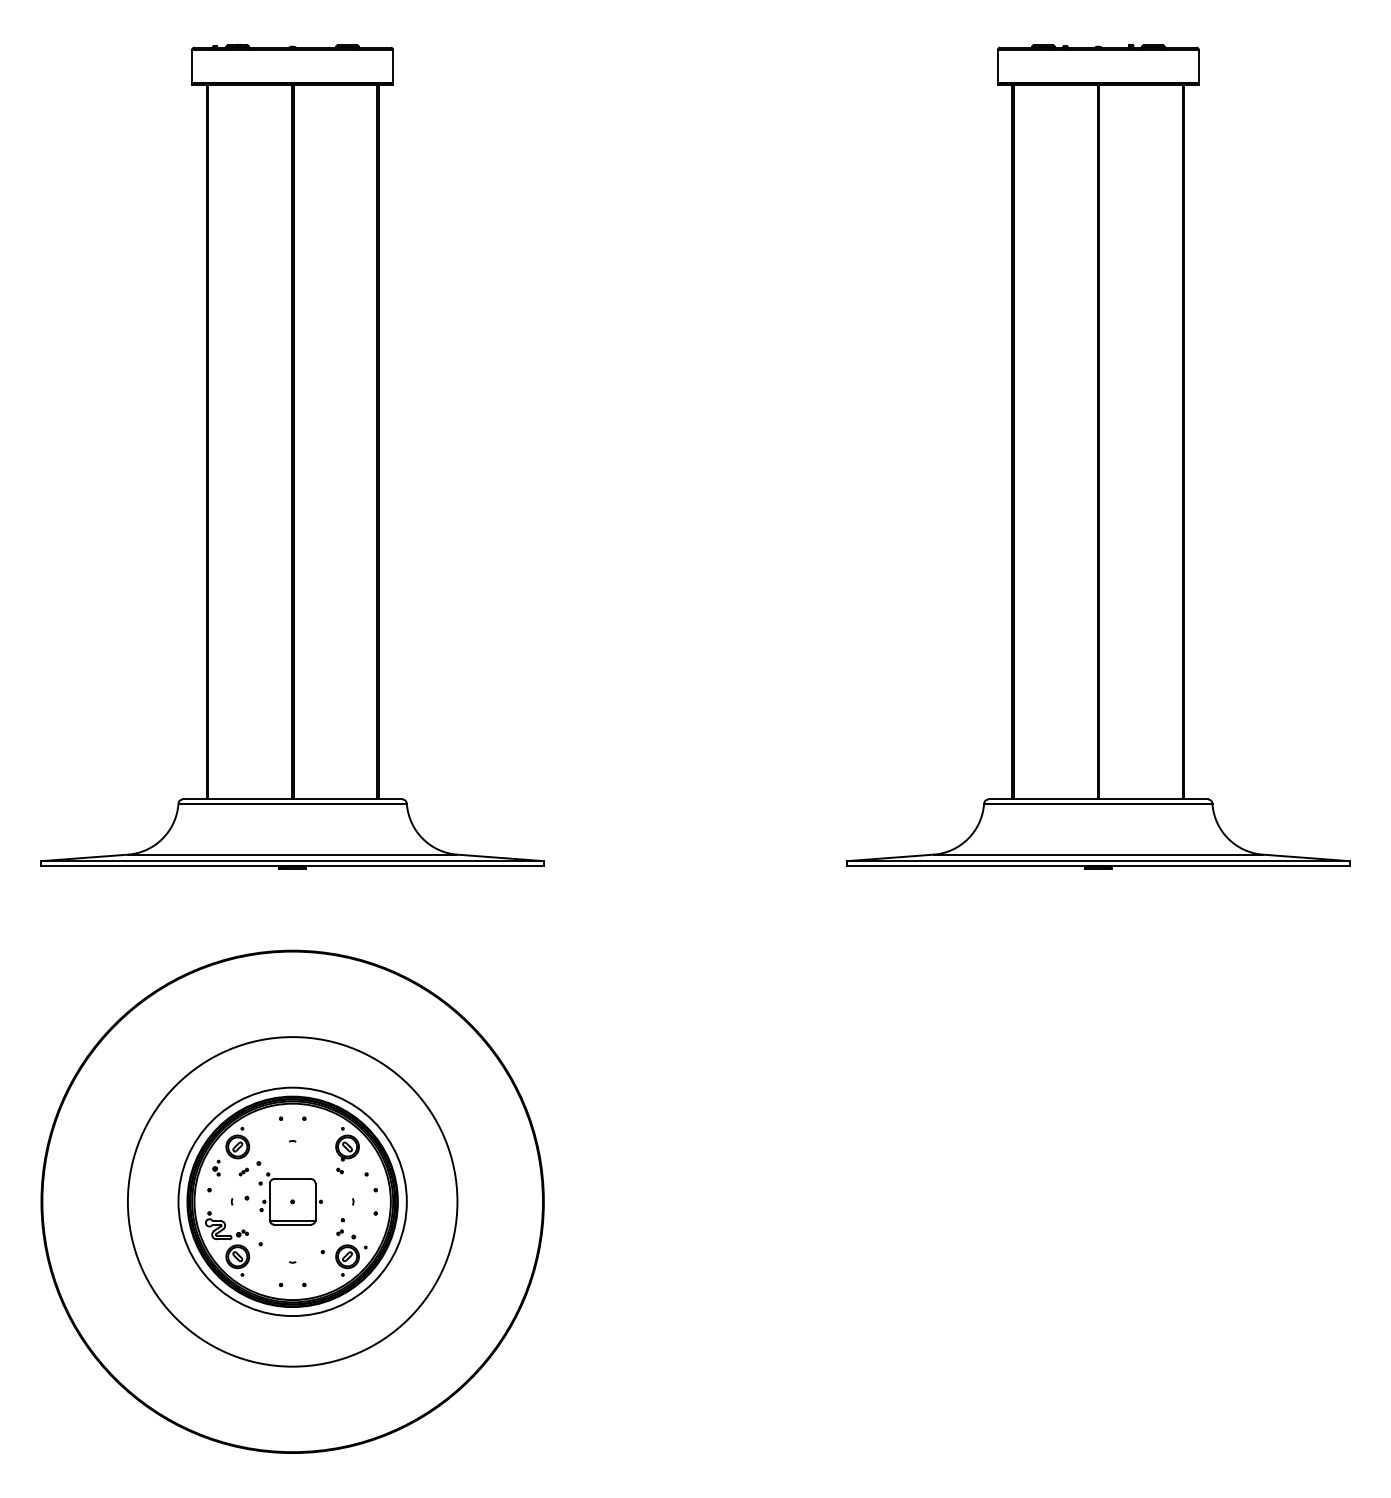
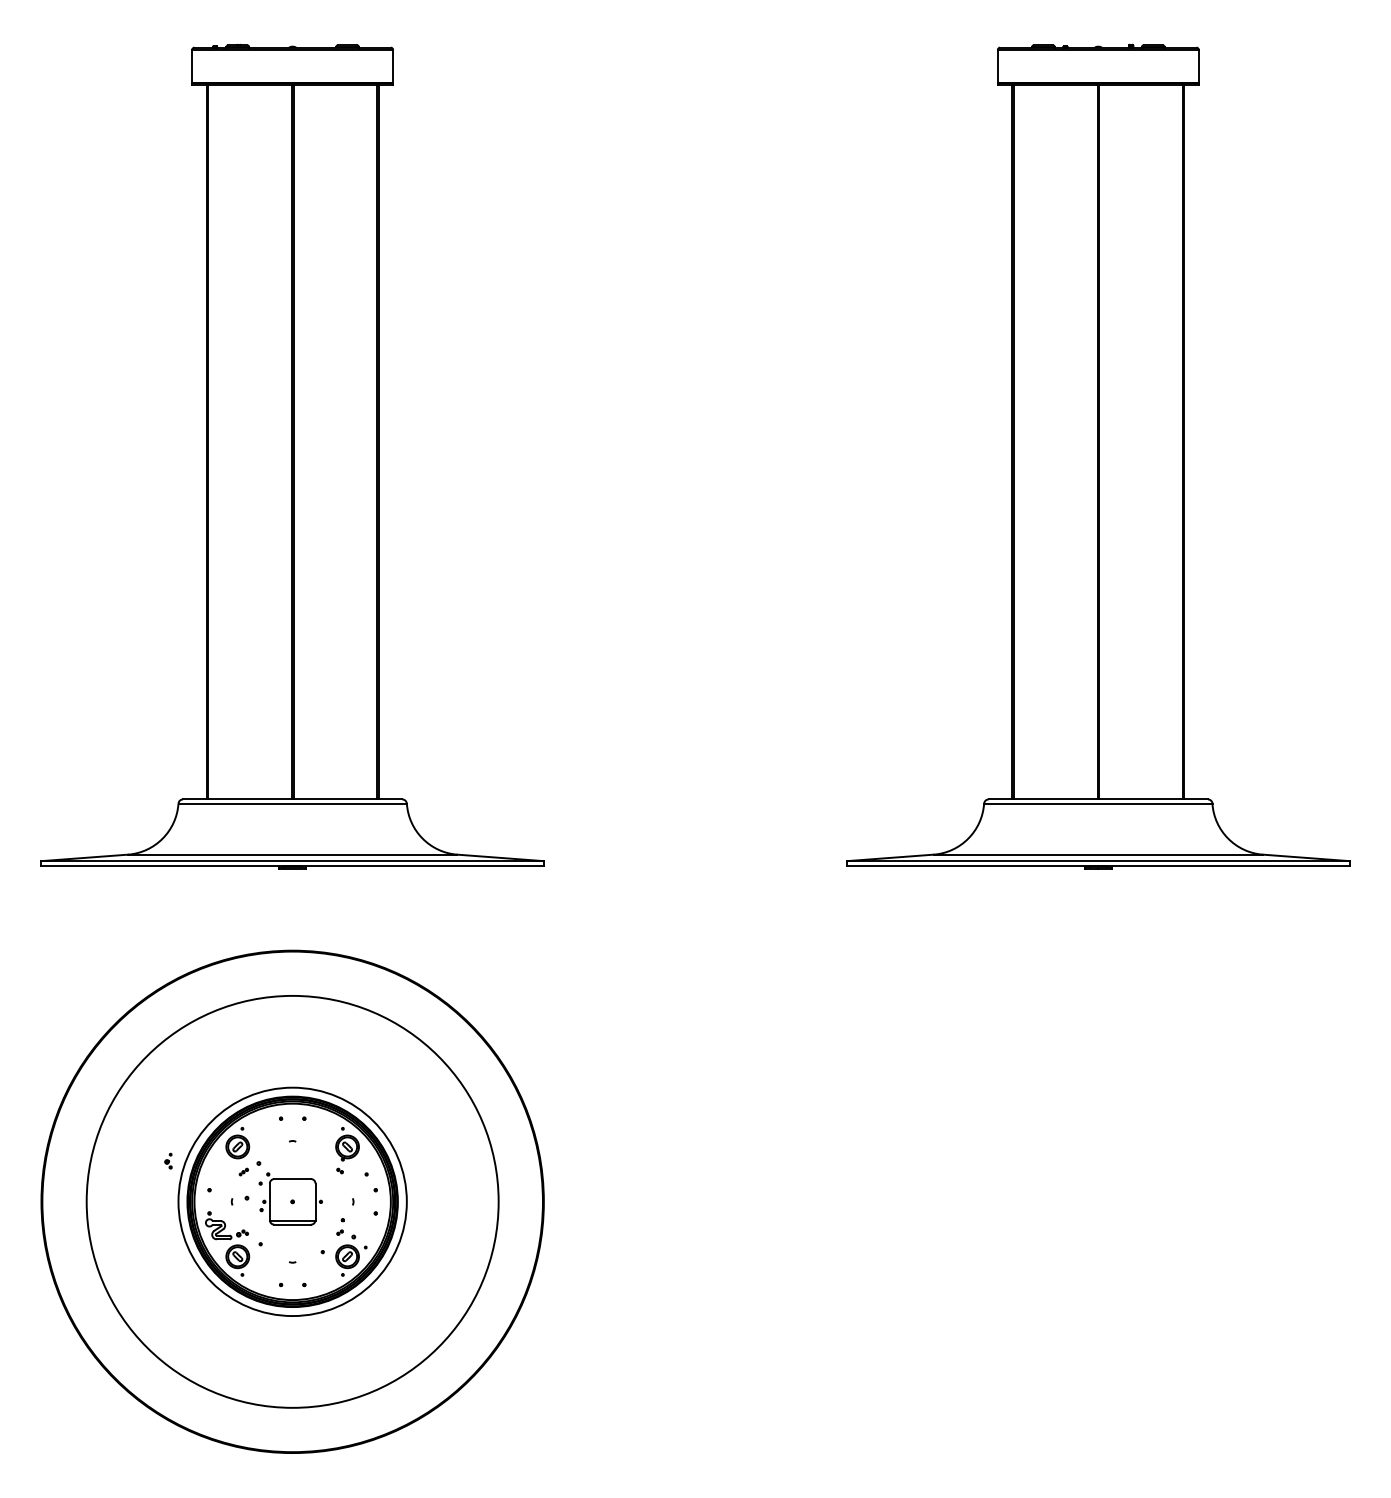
part at (216, 1167) position: (216, 1167) -> (168, 1160)
circle at (292, 1201) diameter: 330 px -> 412 px
